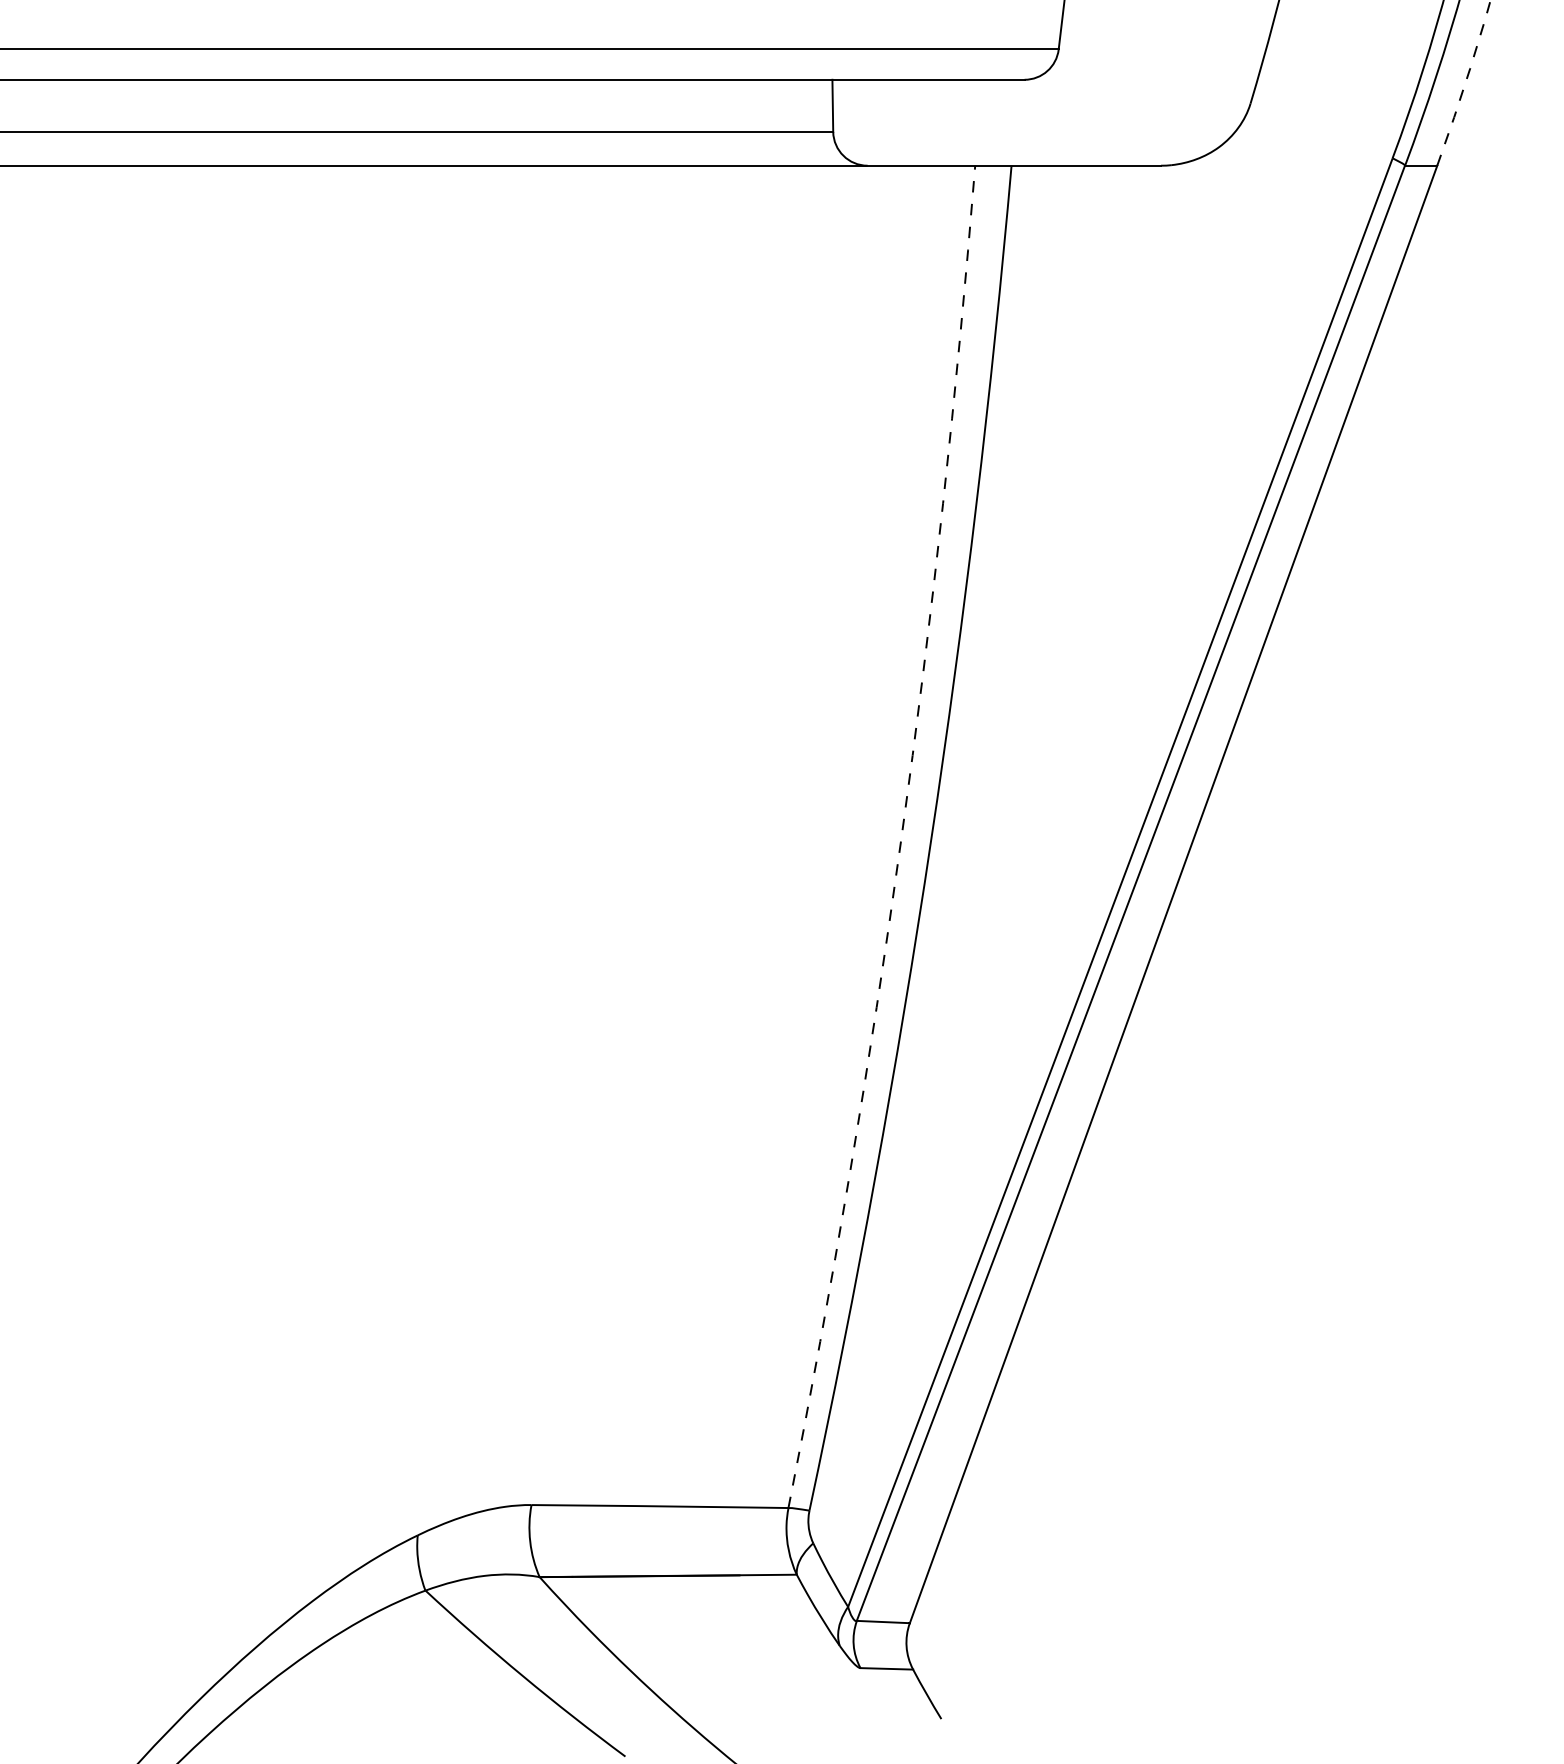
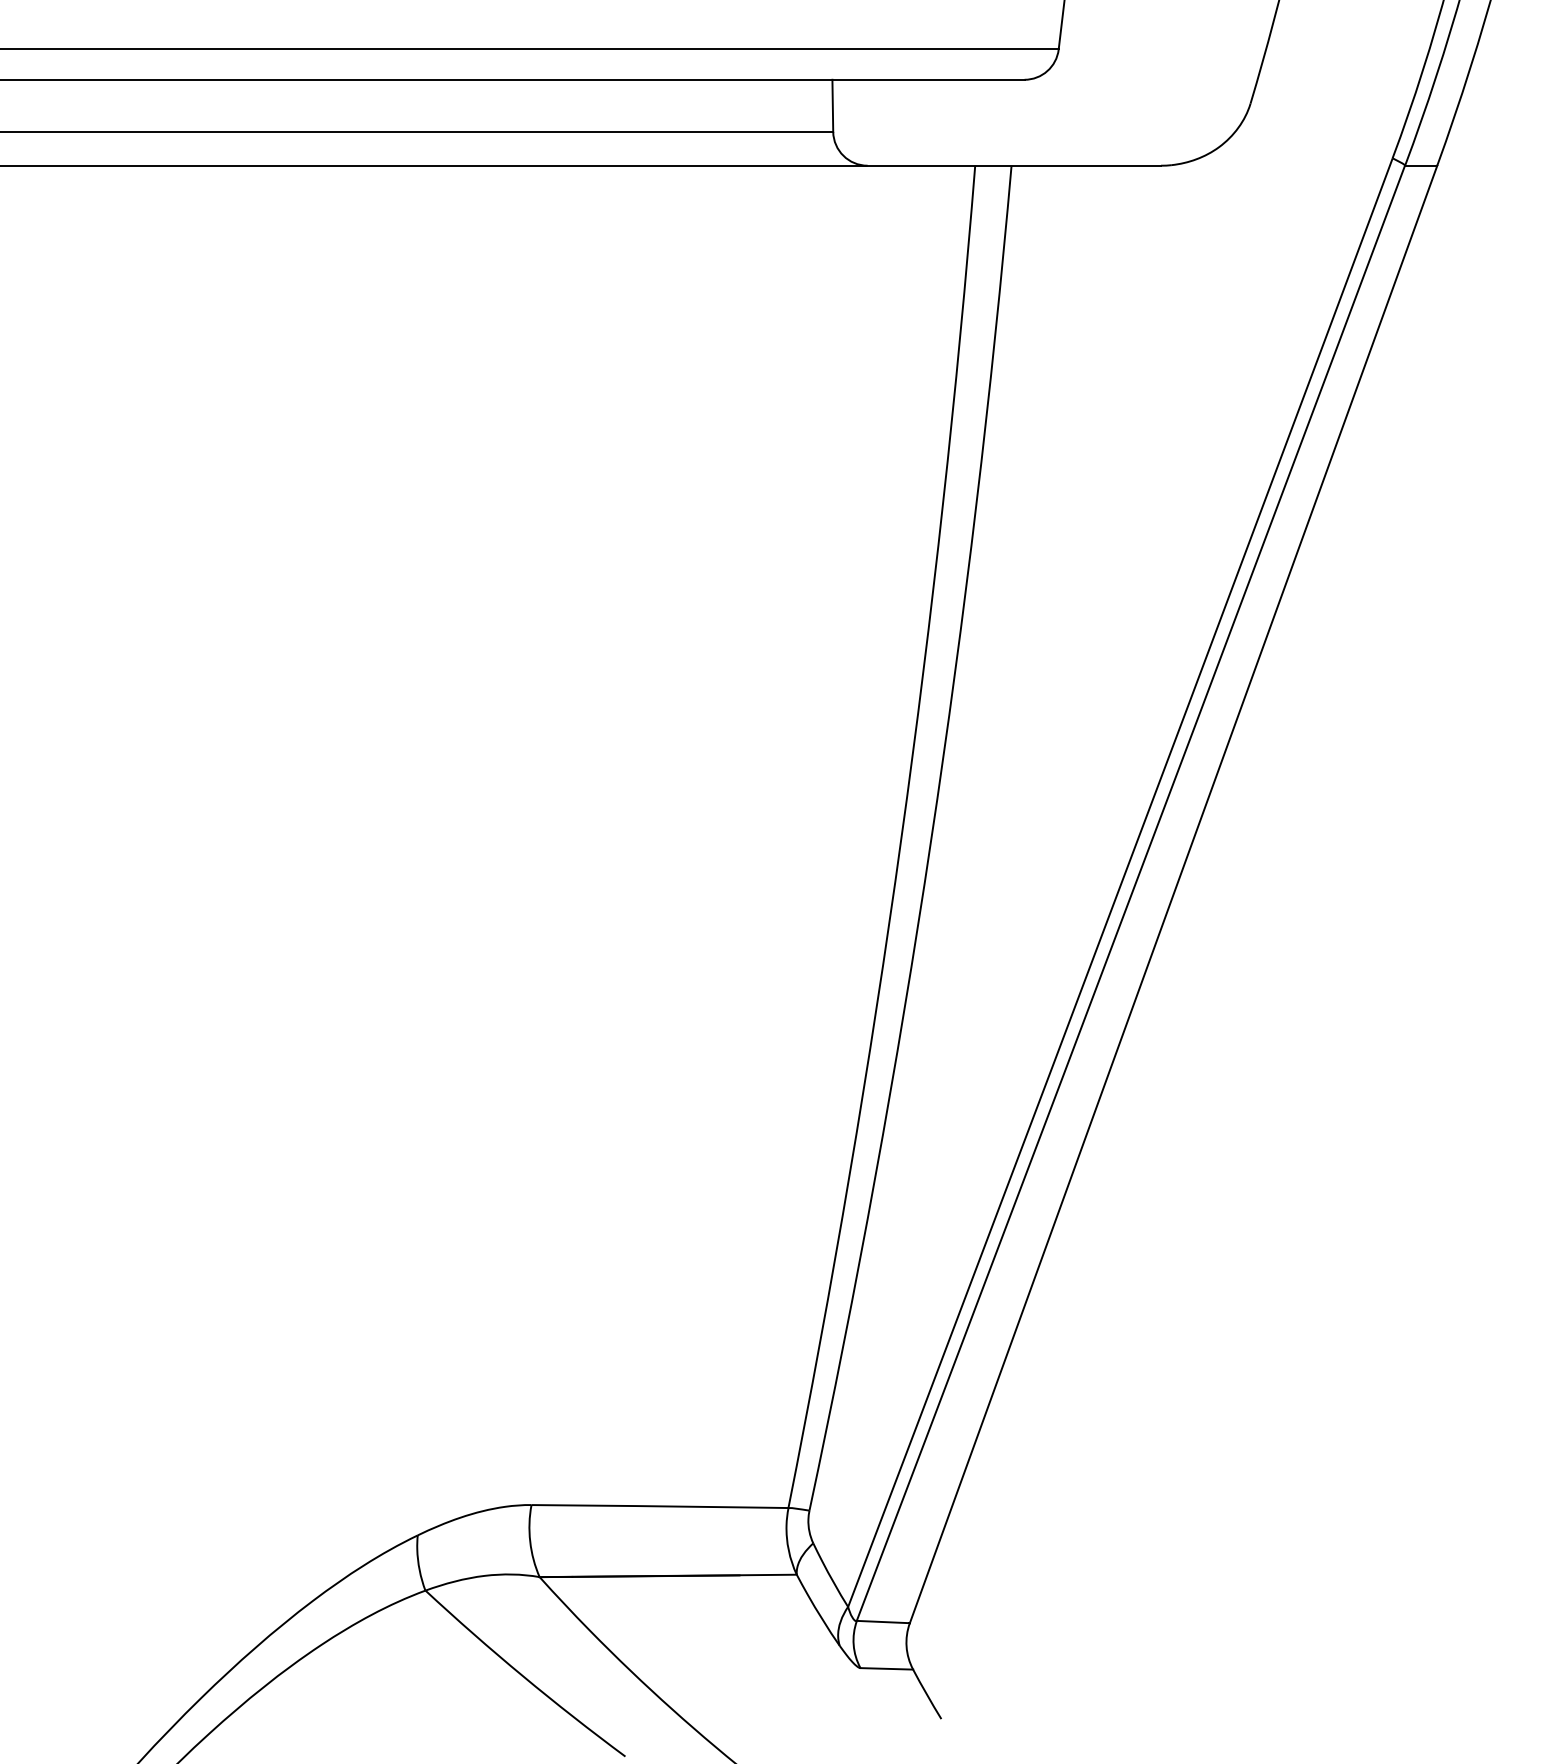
arc at (1465, 82): dashed -> solid
arc at (901, 839): dashed -> solid
